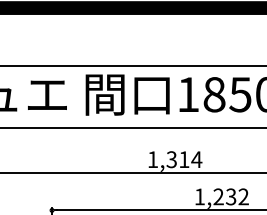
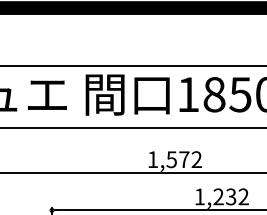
text at (184, 159): 1,314 -> 1,572
